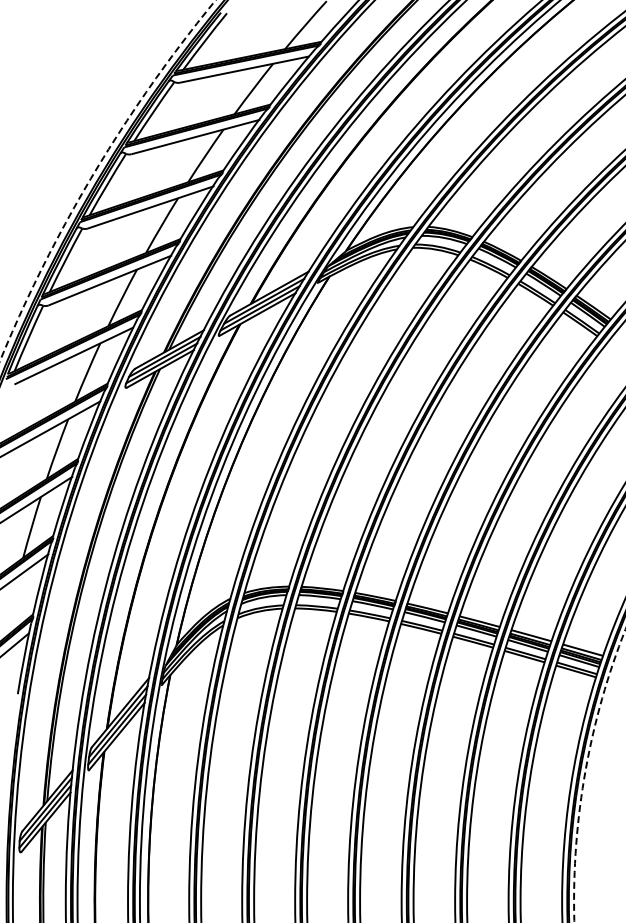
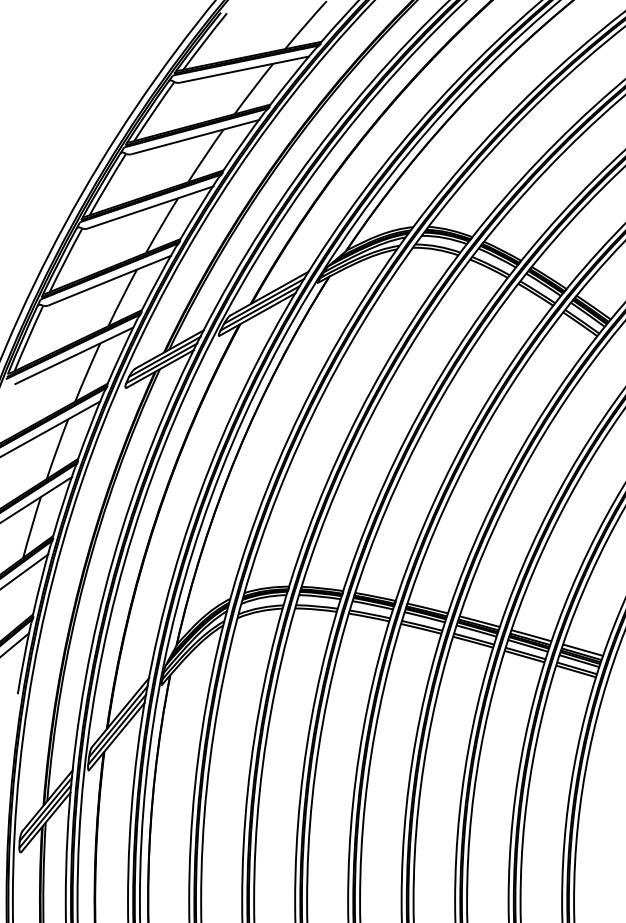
circle at (107, 180): dashed -> solid
circle at (599, 775): dashed -> solid
